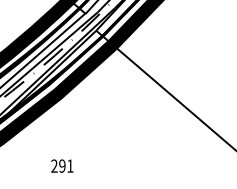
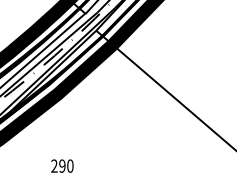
text at (70, 165): 291 -> 290
